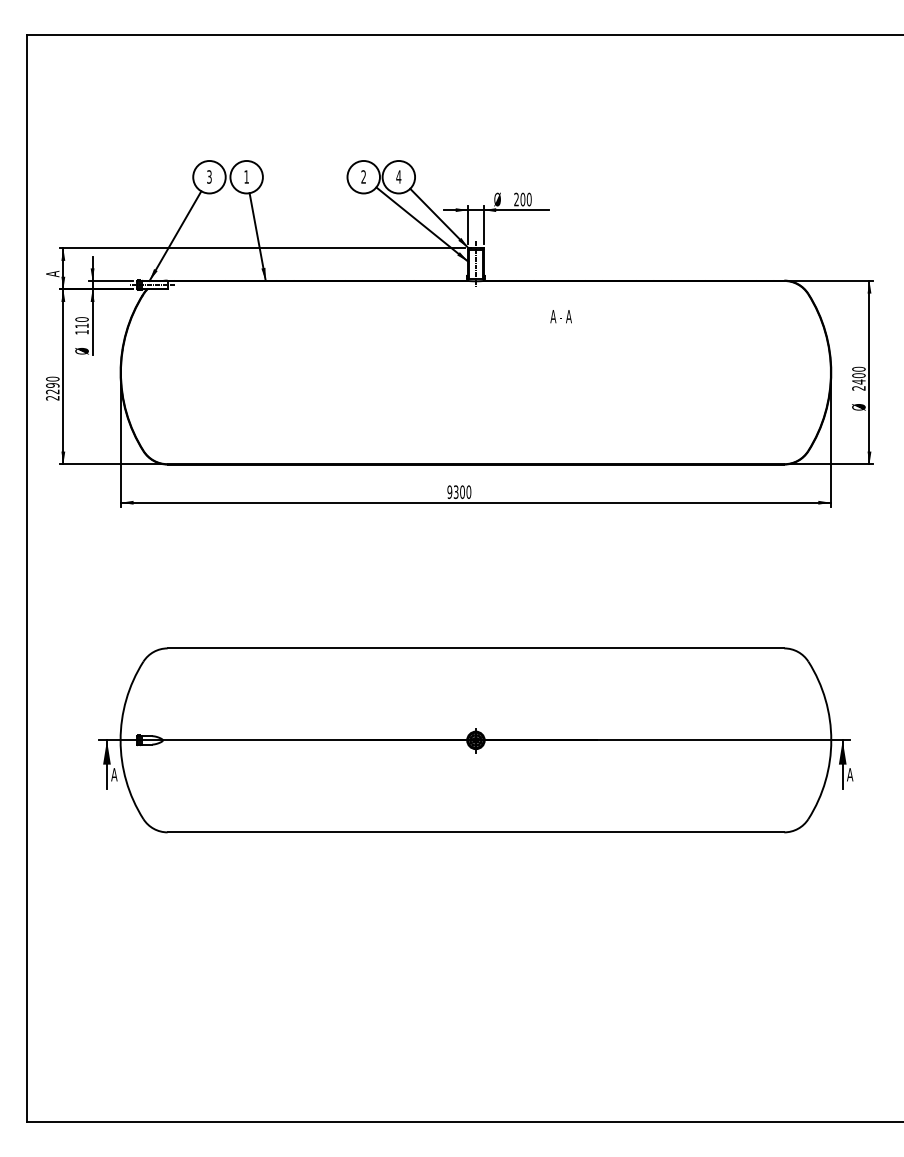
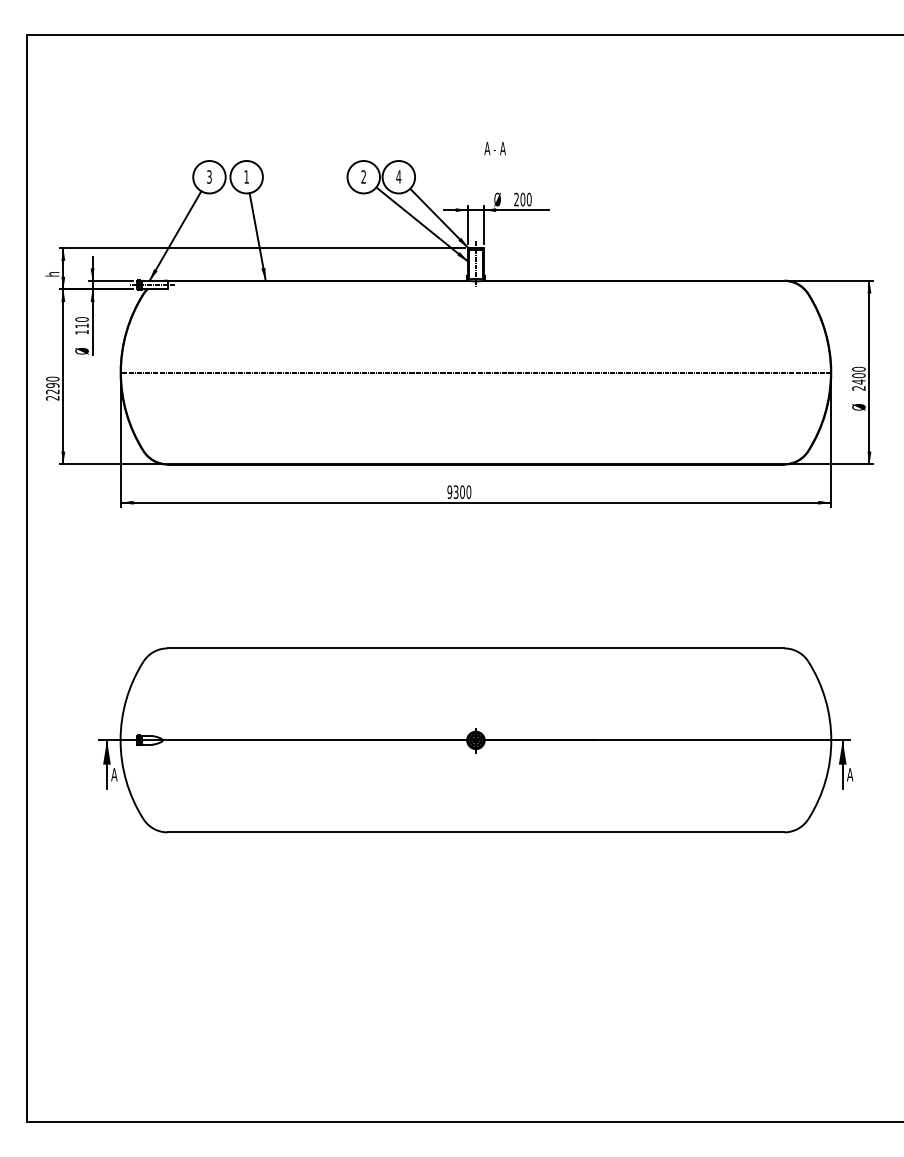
text at (52, 273): A -> h
text at (560, 316) position: (560, 316) -> (494, 148)
line at (475, 372): none -> present
